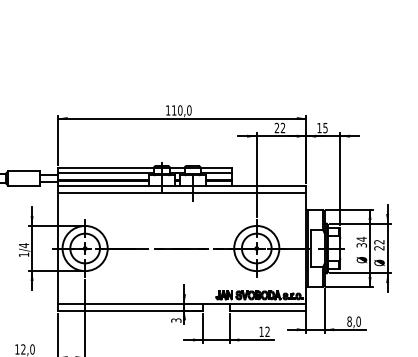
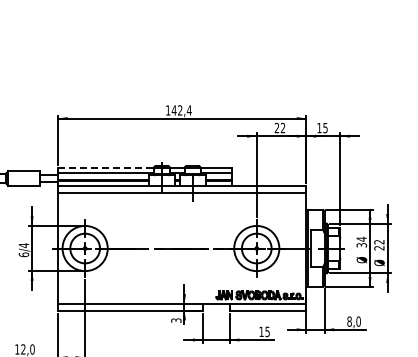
text at (181, 110): 110,0 -> 142,4
line at (106, 168): solid -> dashed
text at (23, 254): 1/4 -> 6/4
text at (267, 331): 12 -> 15
